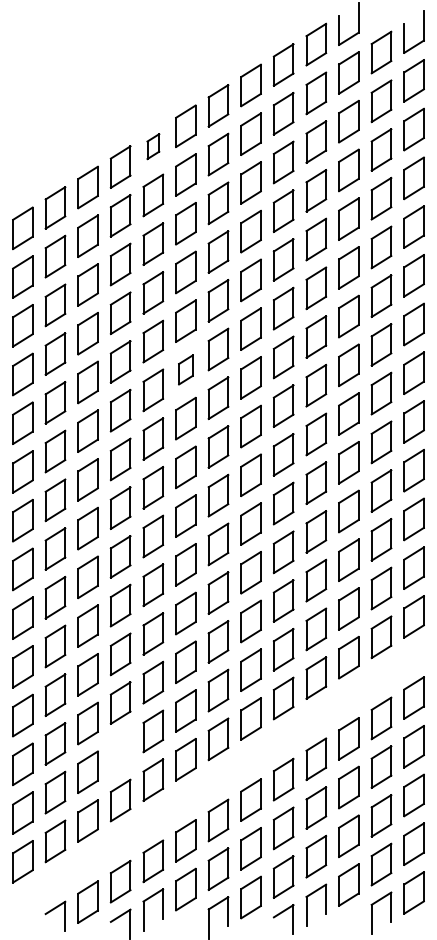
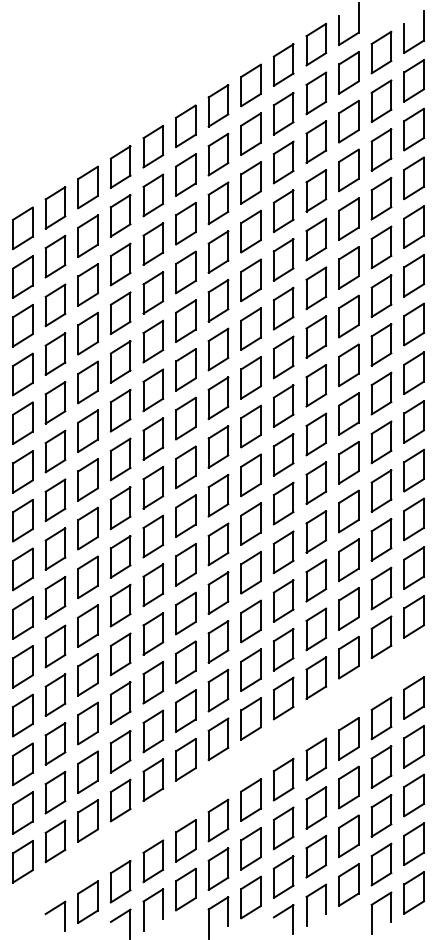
part at (153, 146) size: 15x28 px -> 23x45 px
part at (185, 369) size: 16x32 px -> 22x44 px
part at (120, 751): none -> present
